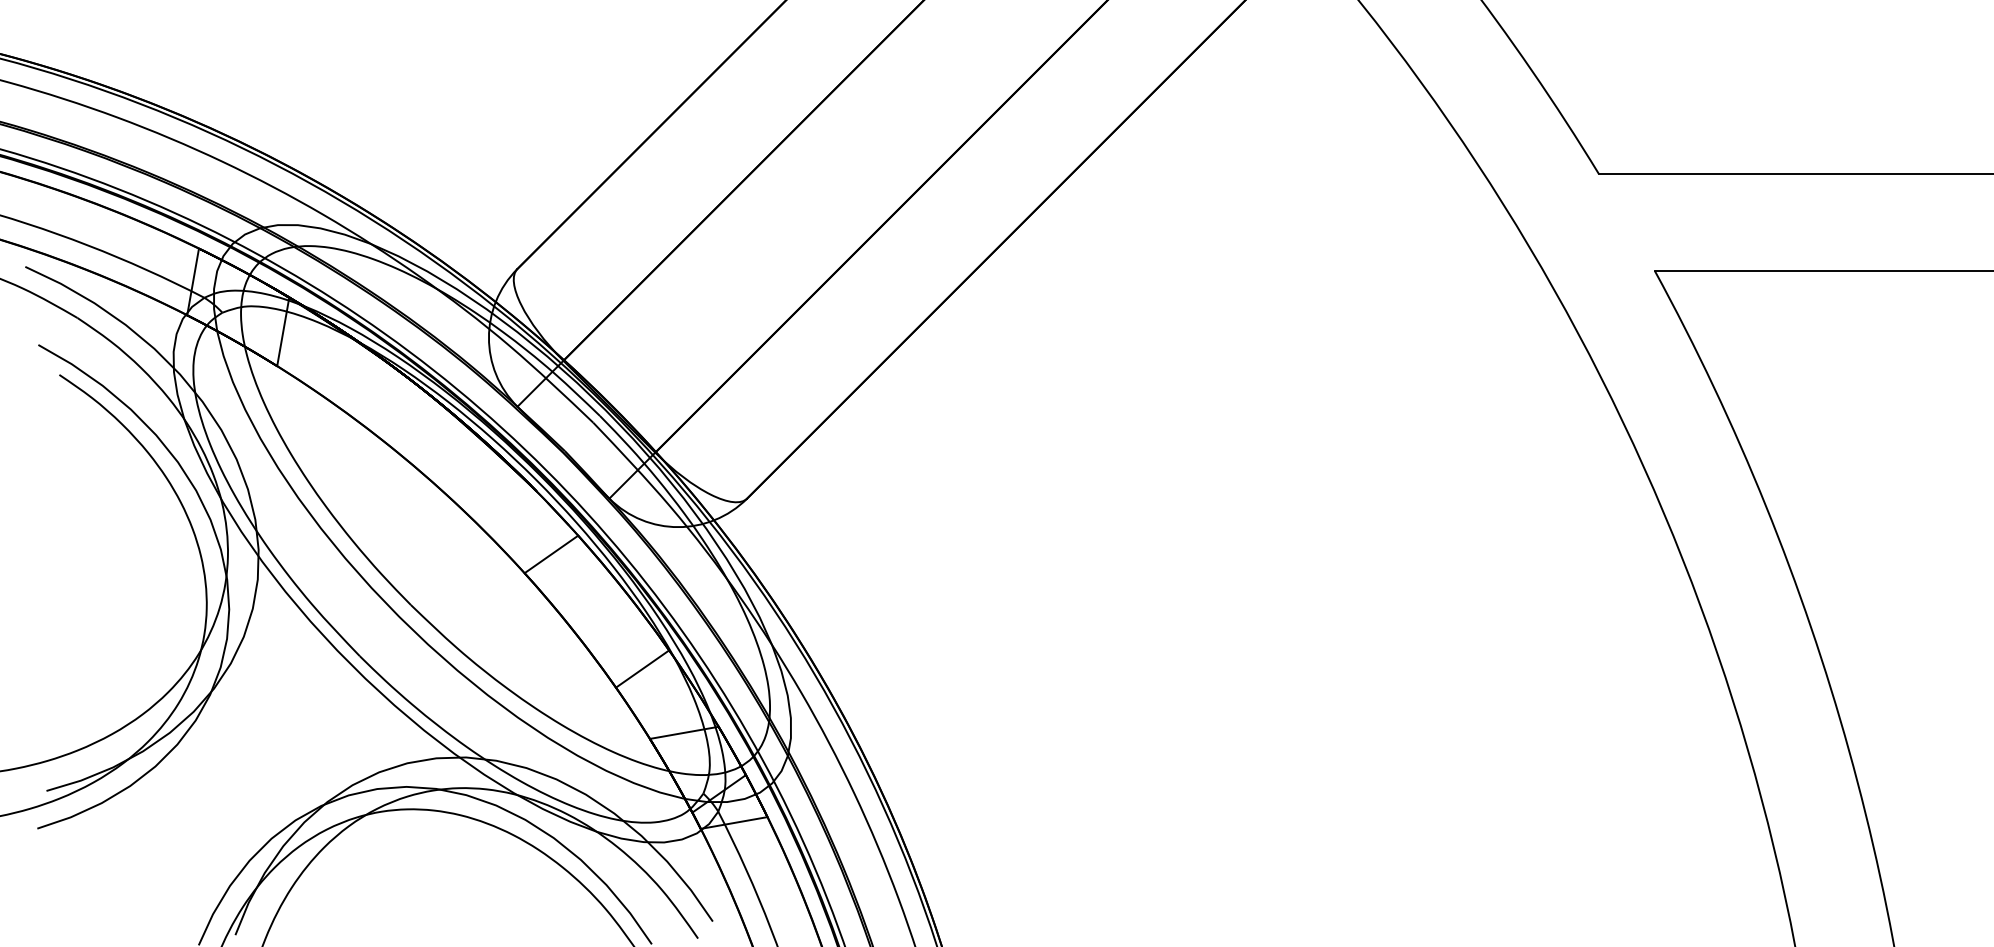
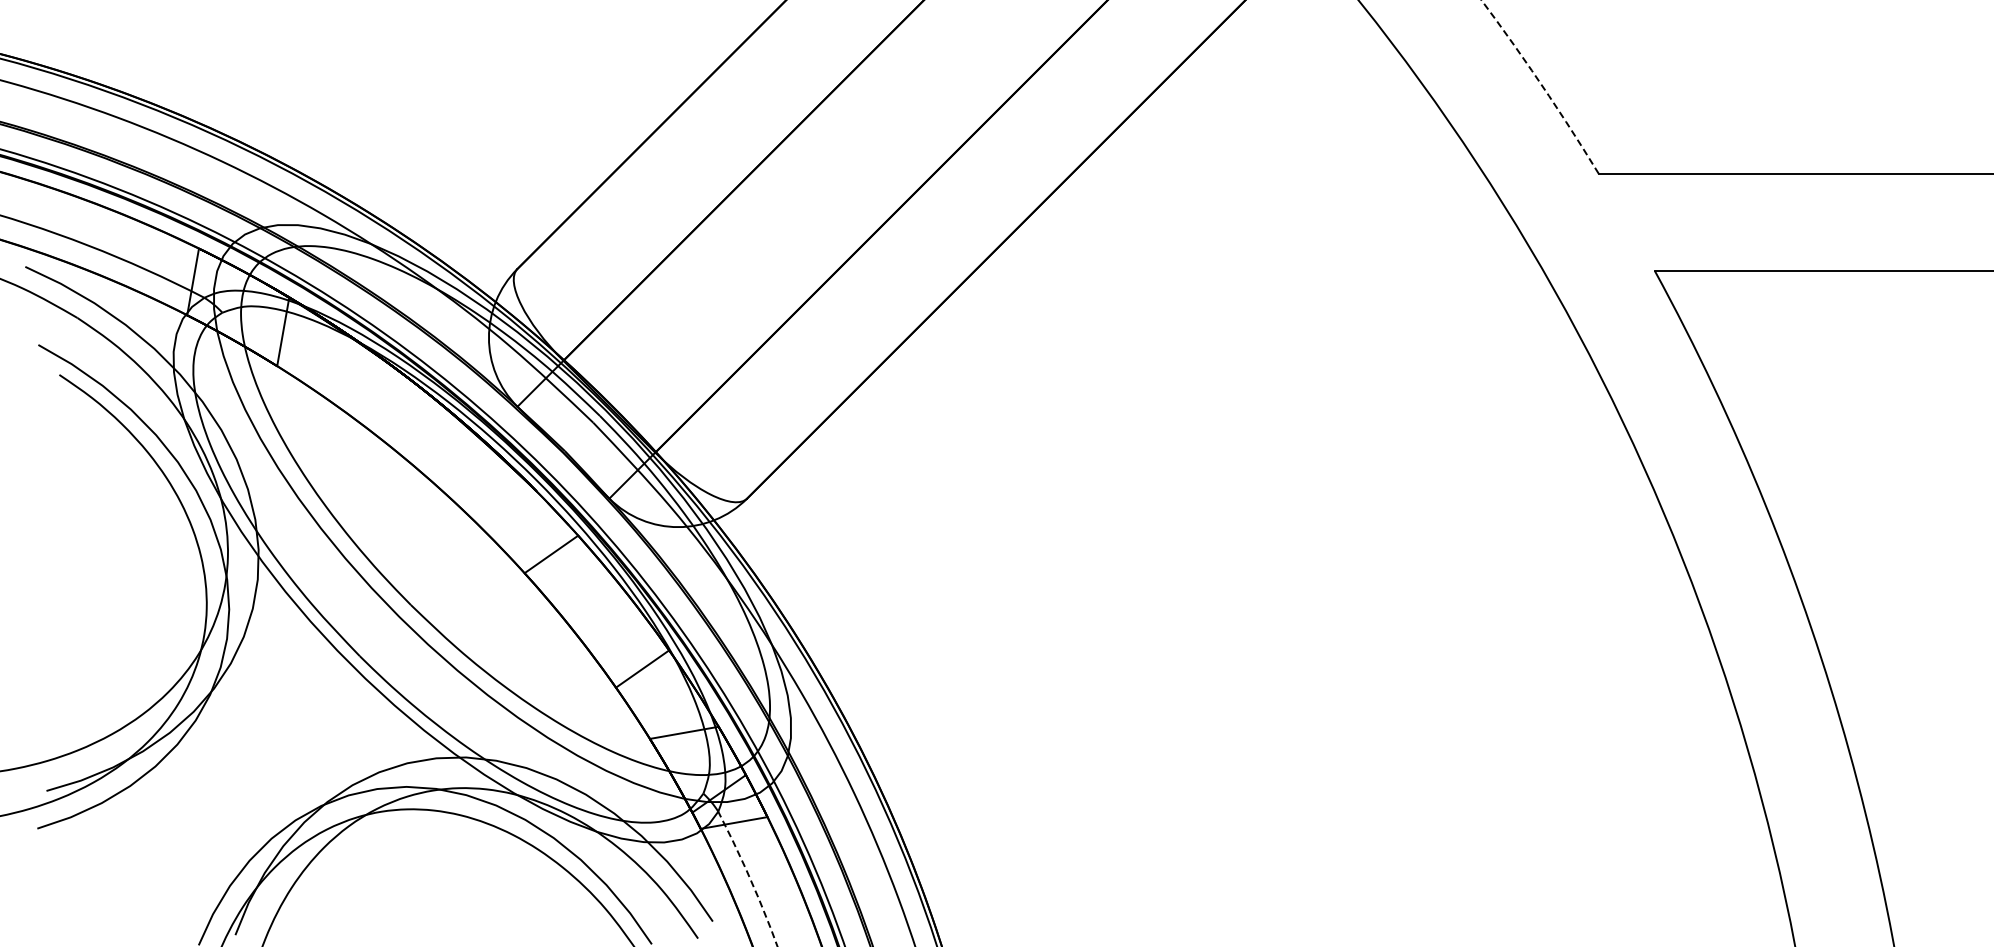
arc at (1541, 85): solid -> dashed
arc at (749, 877): solid -> dashed
